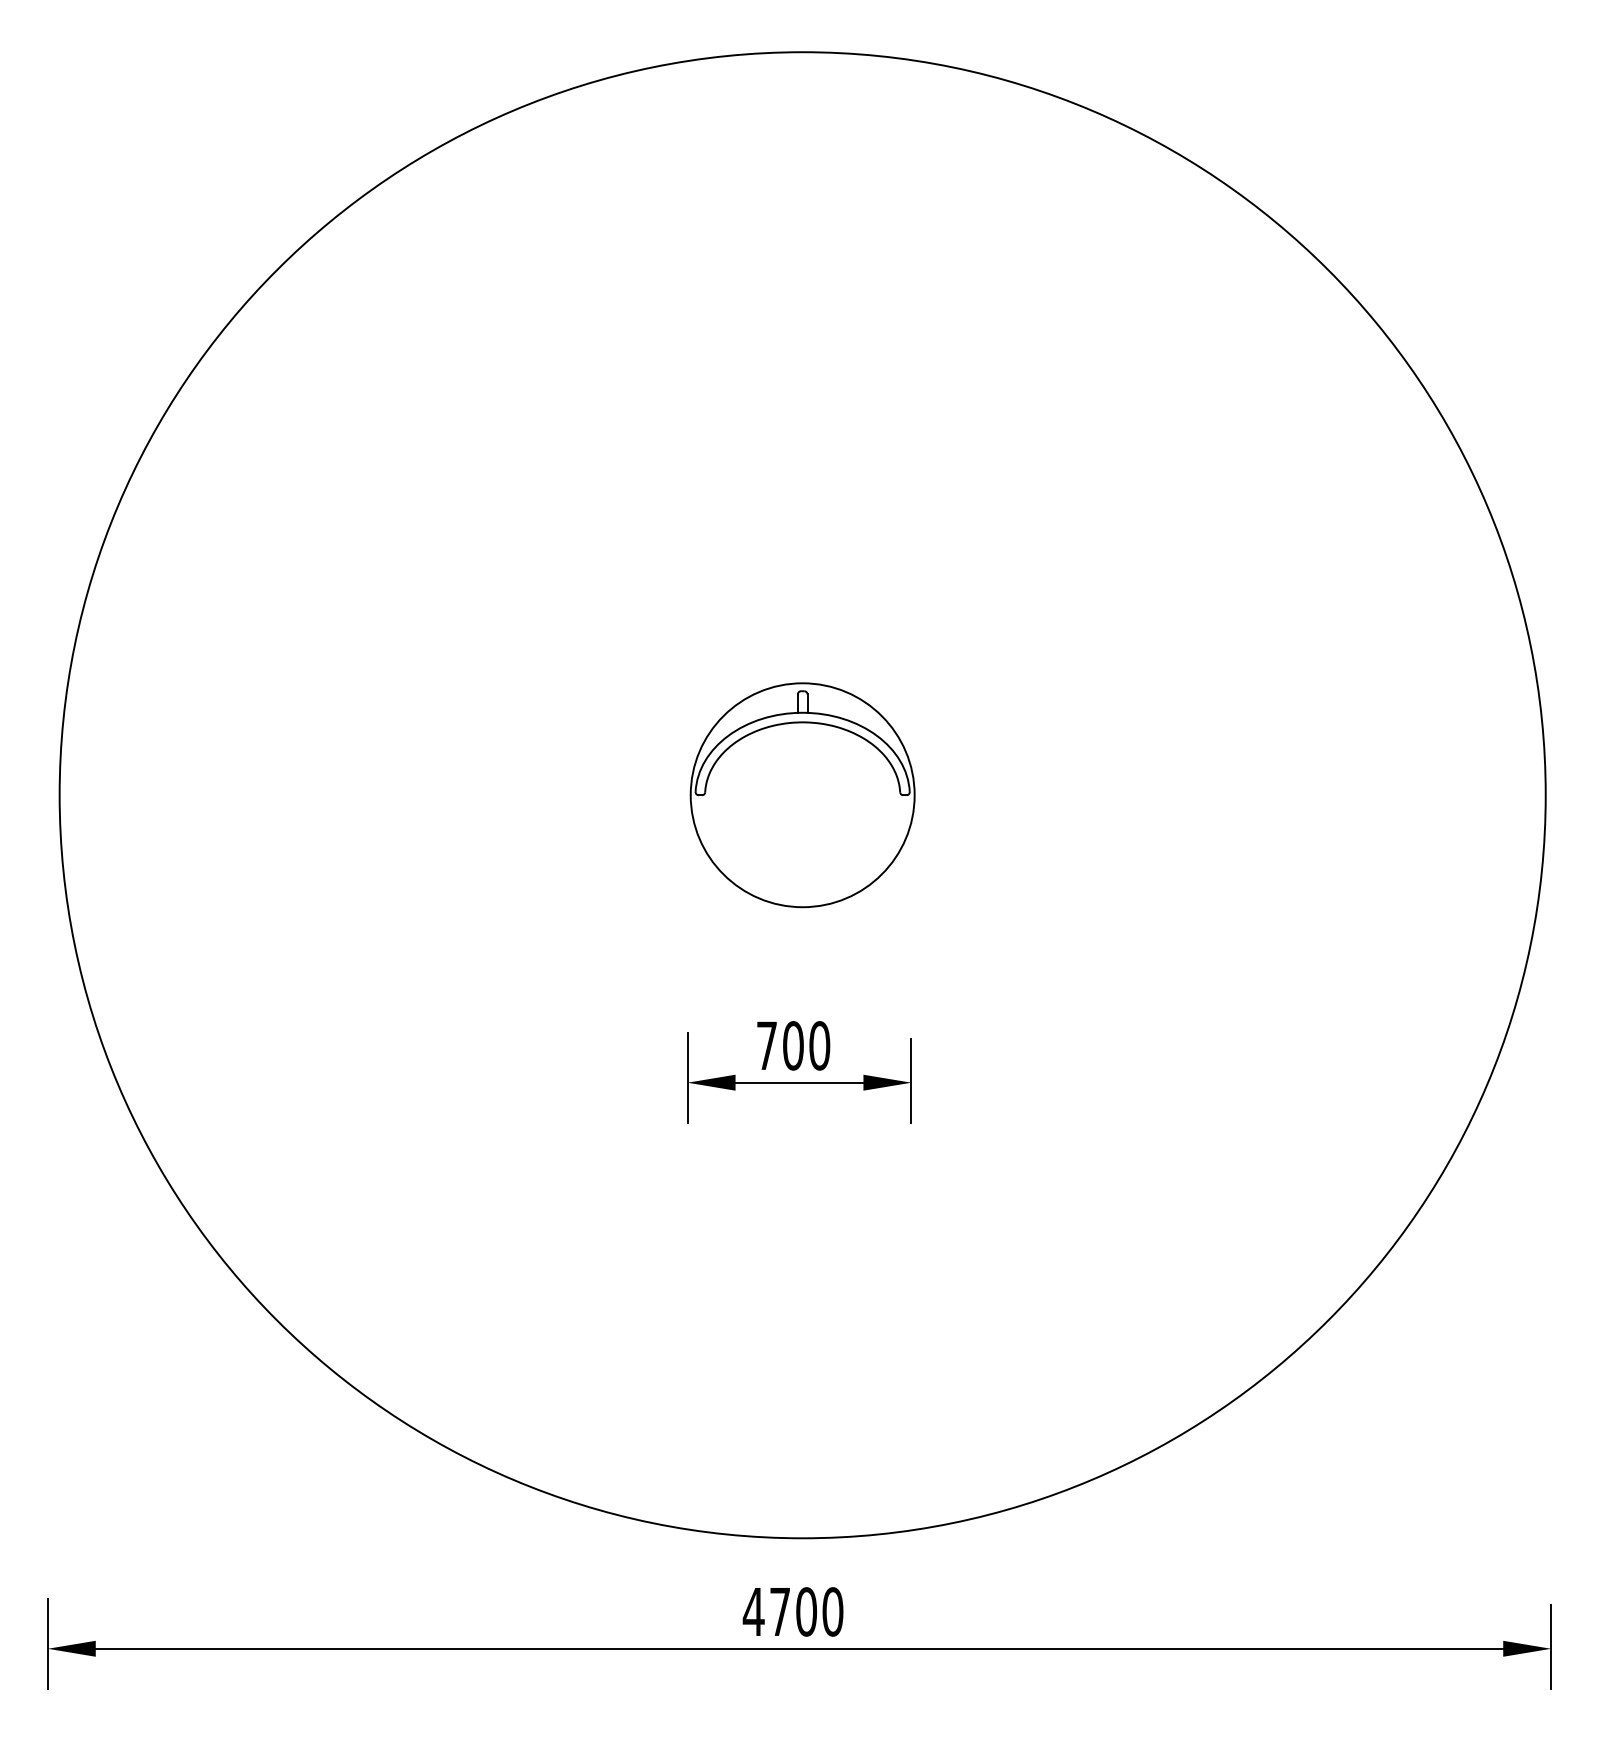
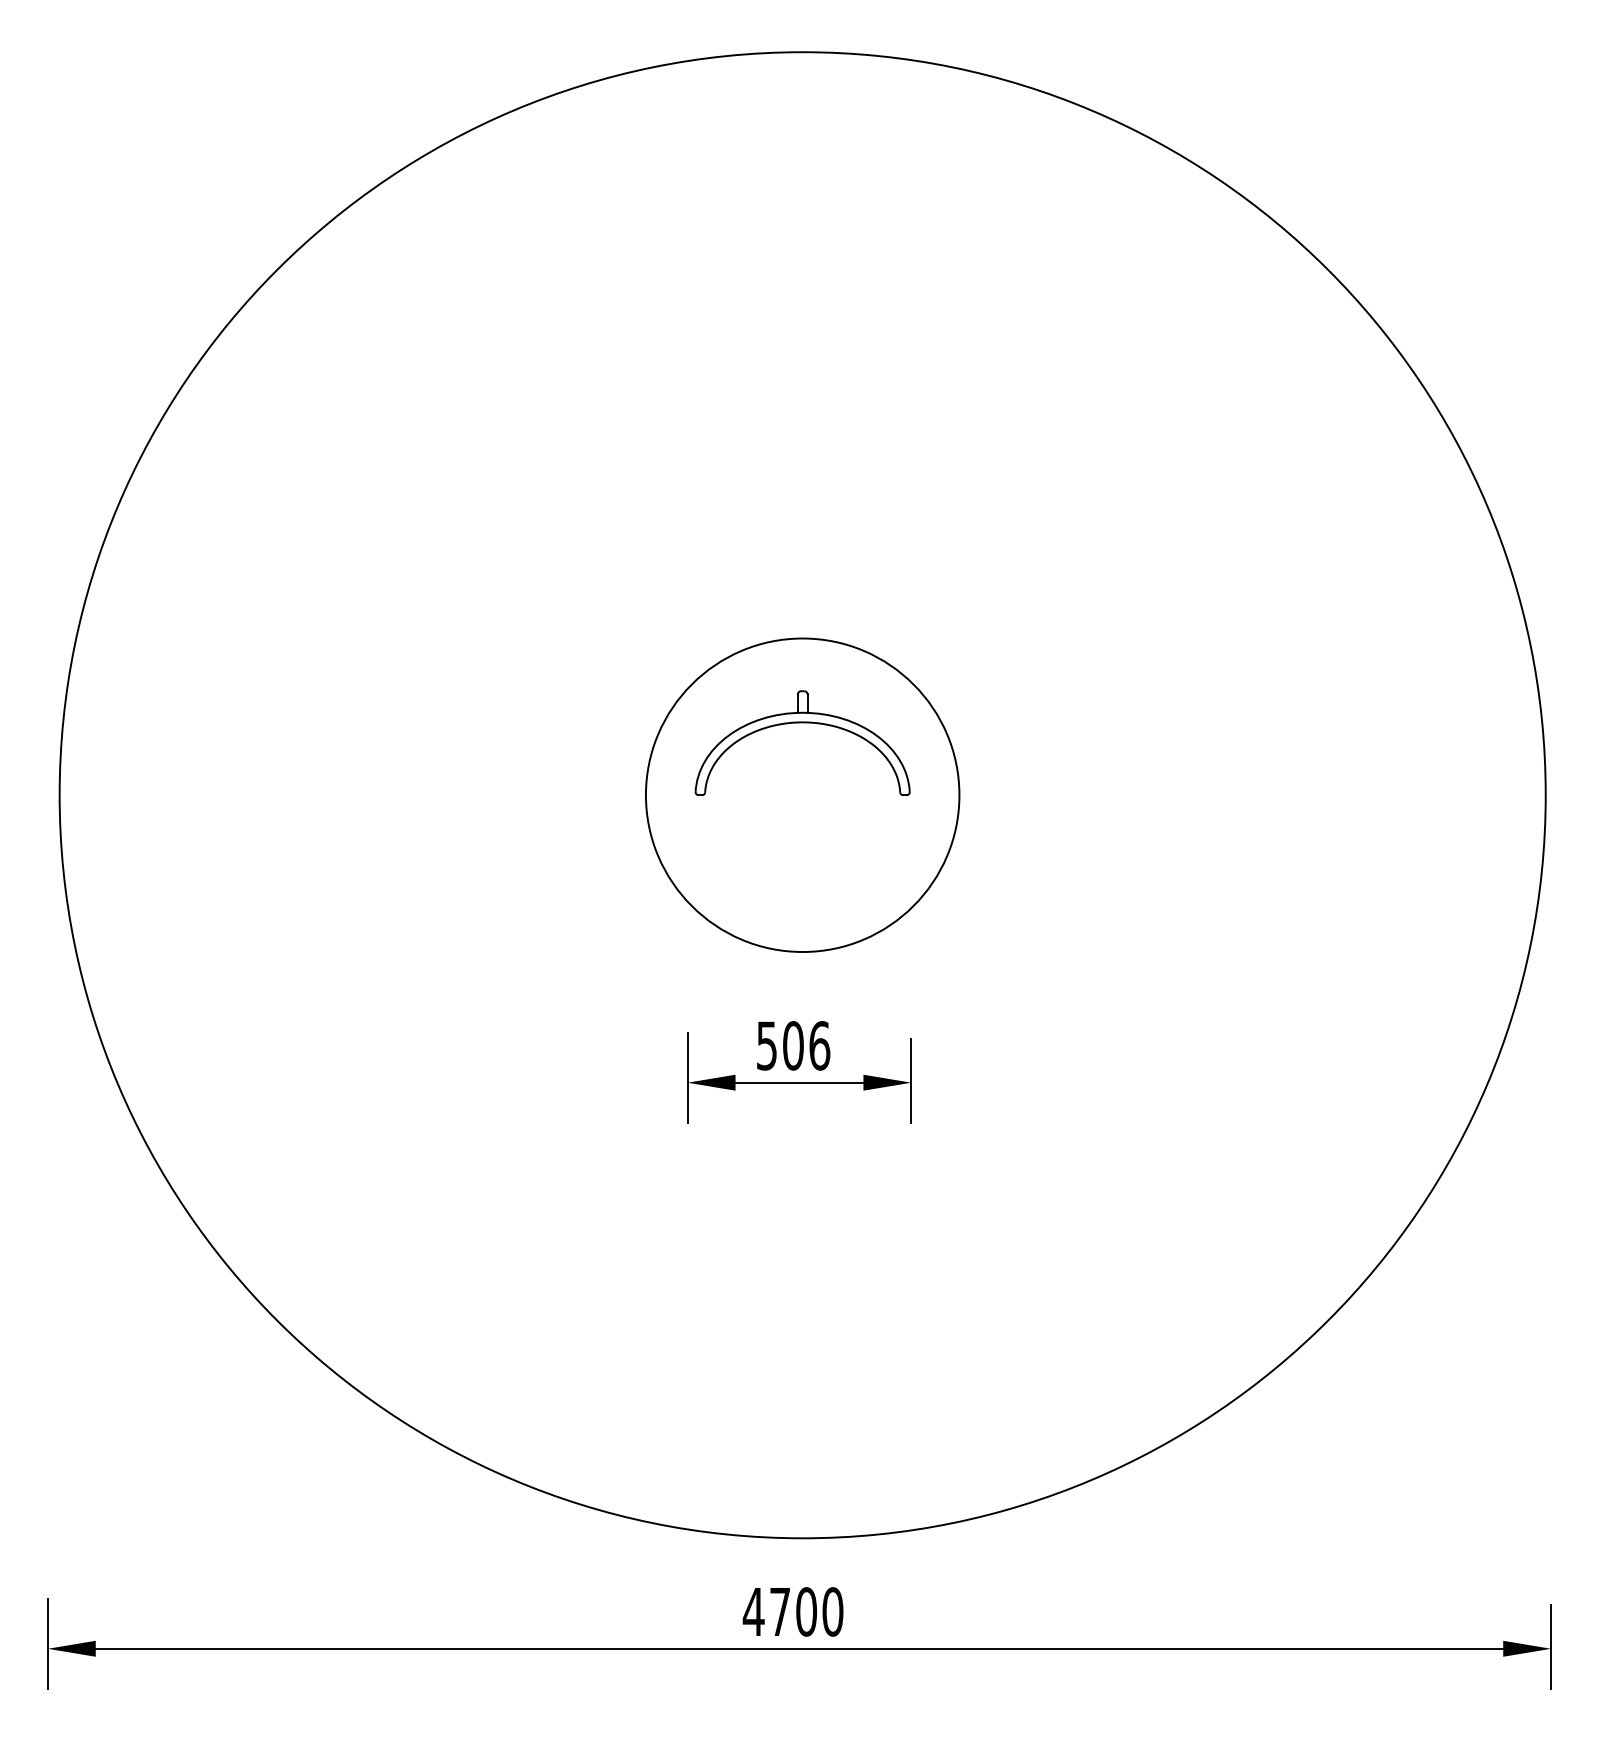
circle at (802, 795) diameter: 224 px -> 313 px
text at (793, 1045): 700 -> 506
